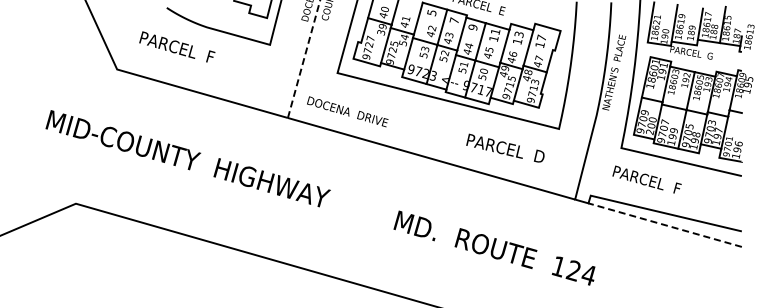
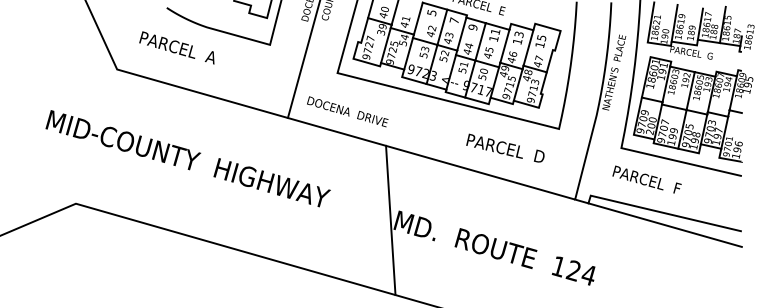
text at (541, 37): 17 -> 15
text at (209, 57): PARCEL  F -> PARCEL  A
line at (304, 59): dashed -> solid
line at (390, 220): none -> present
line at (665, 225): dashed -> solid
